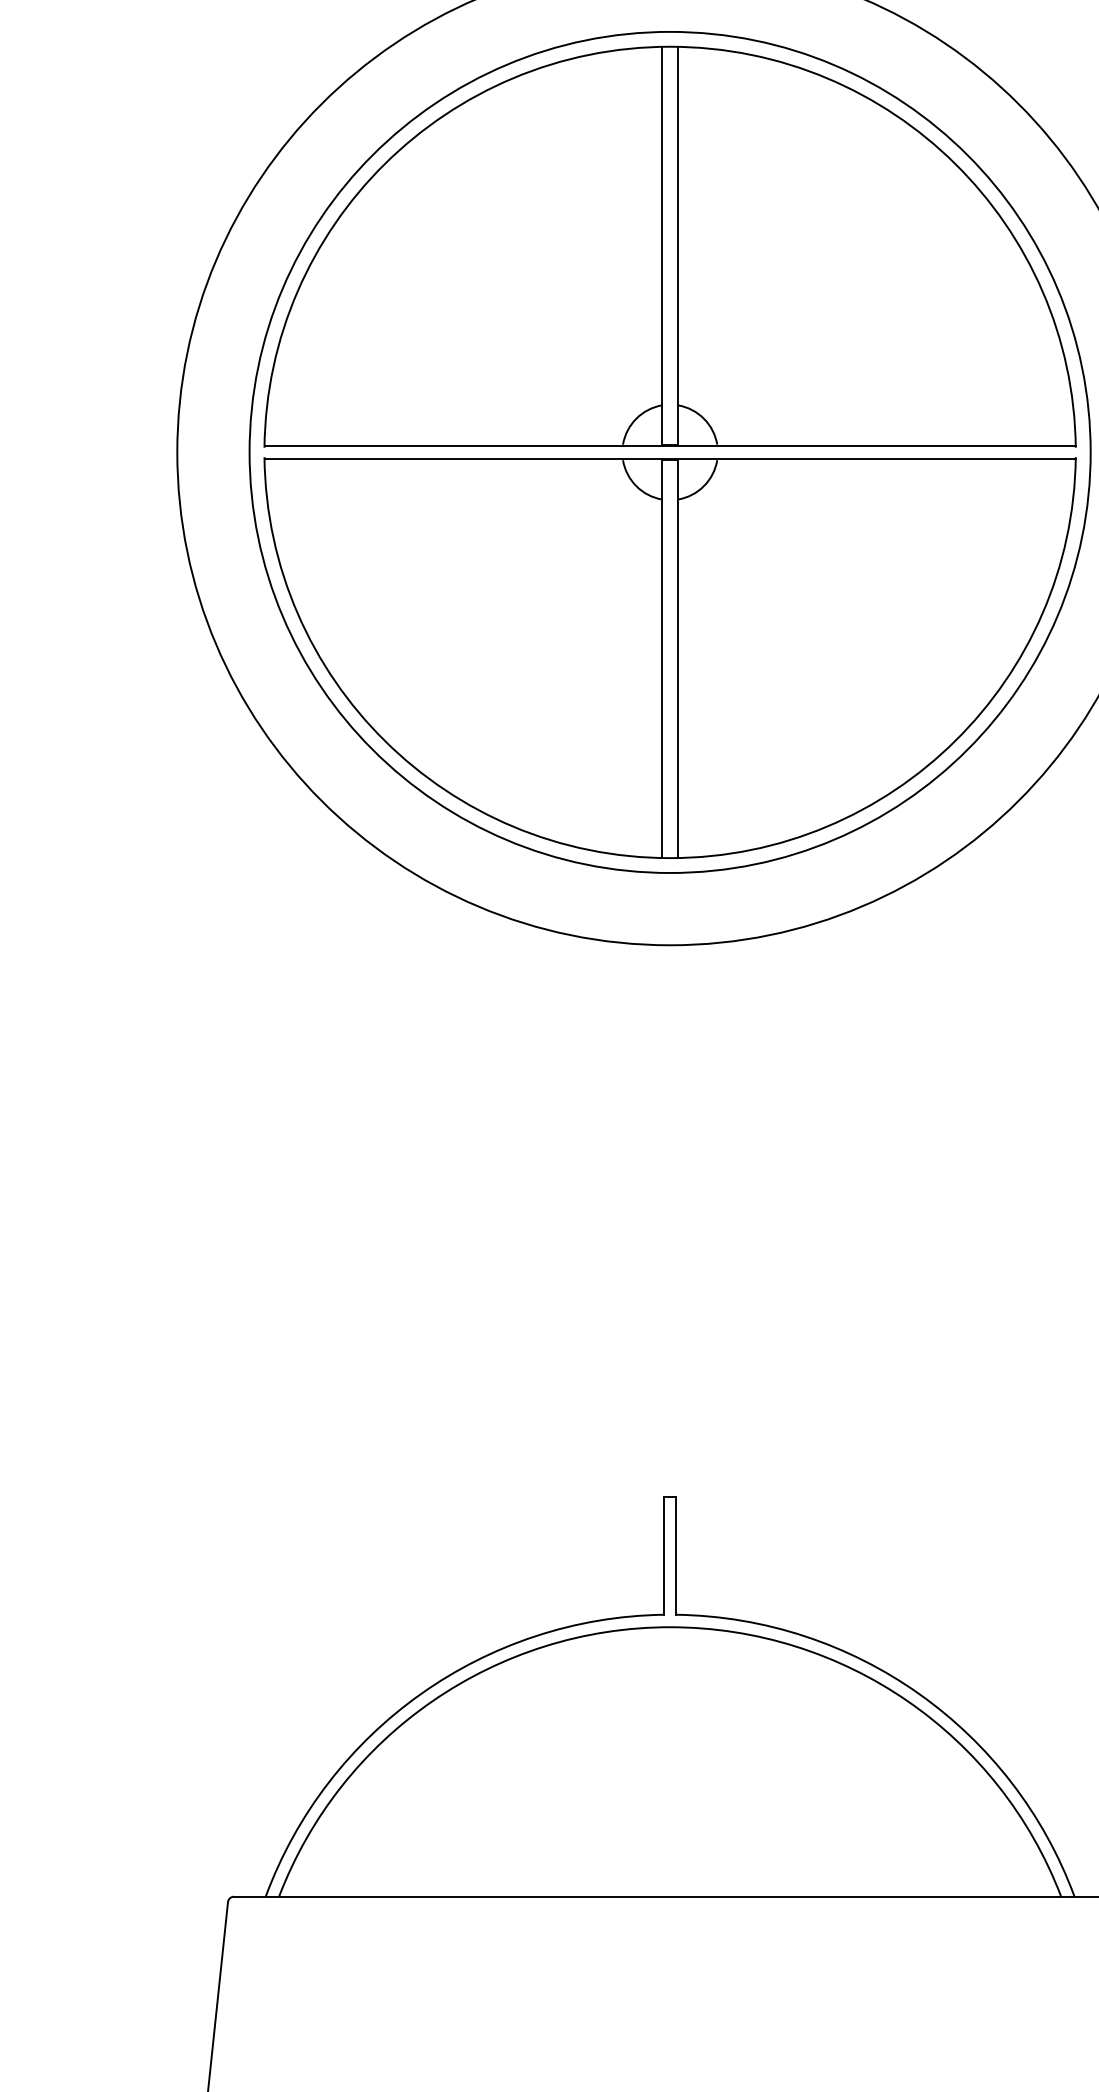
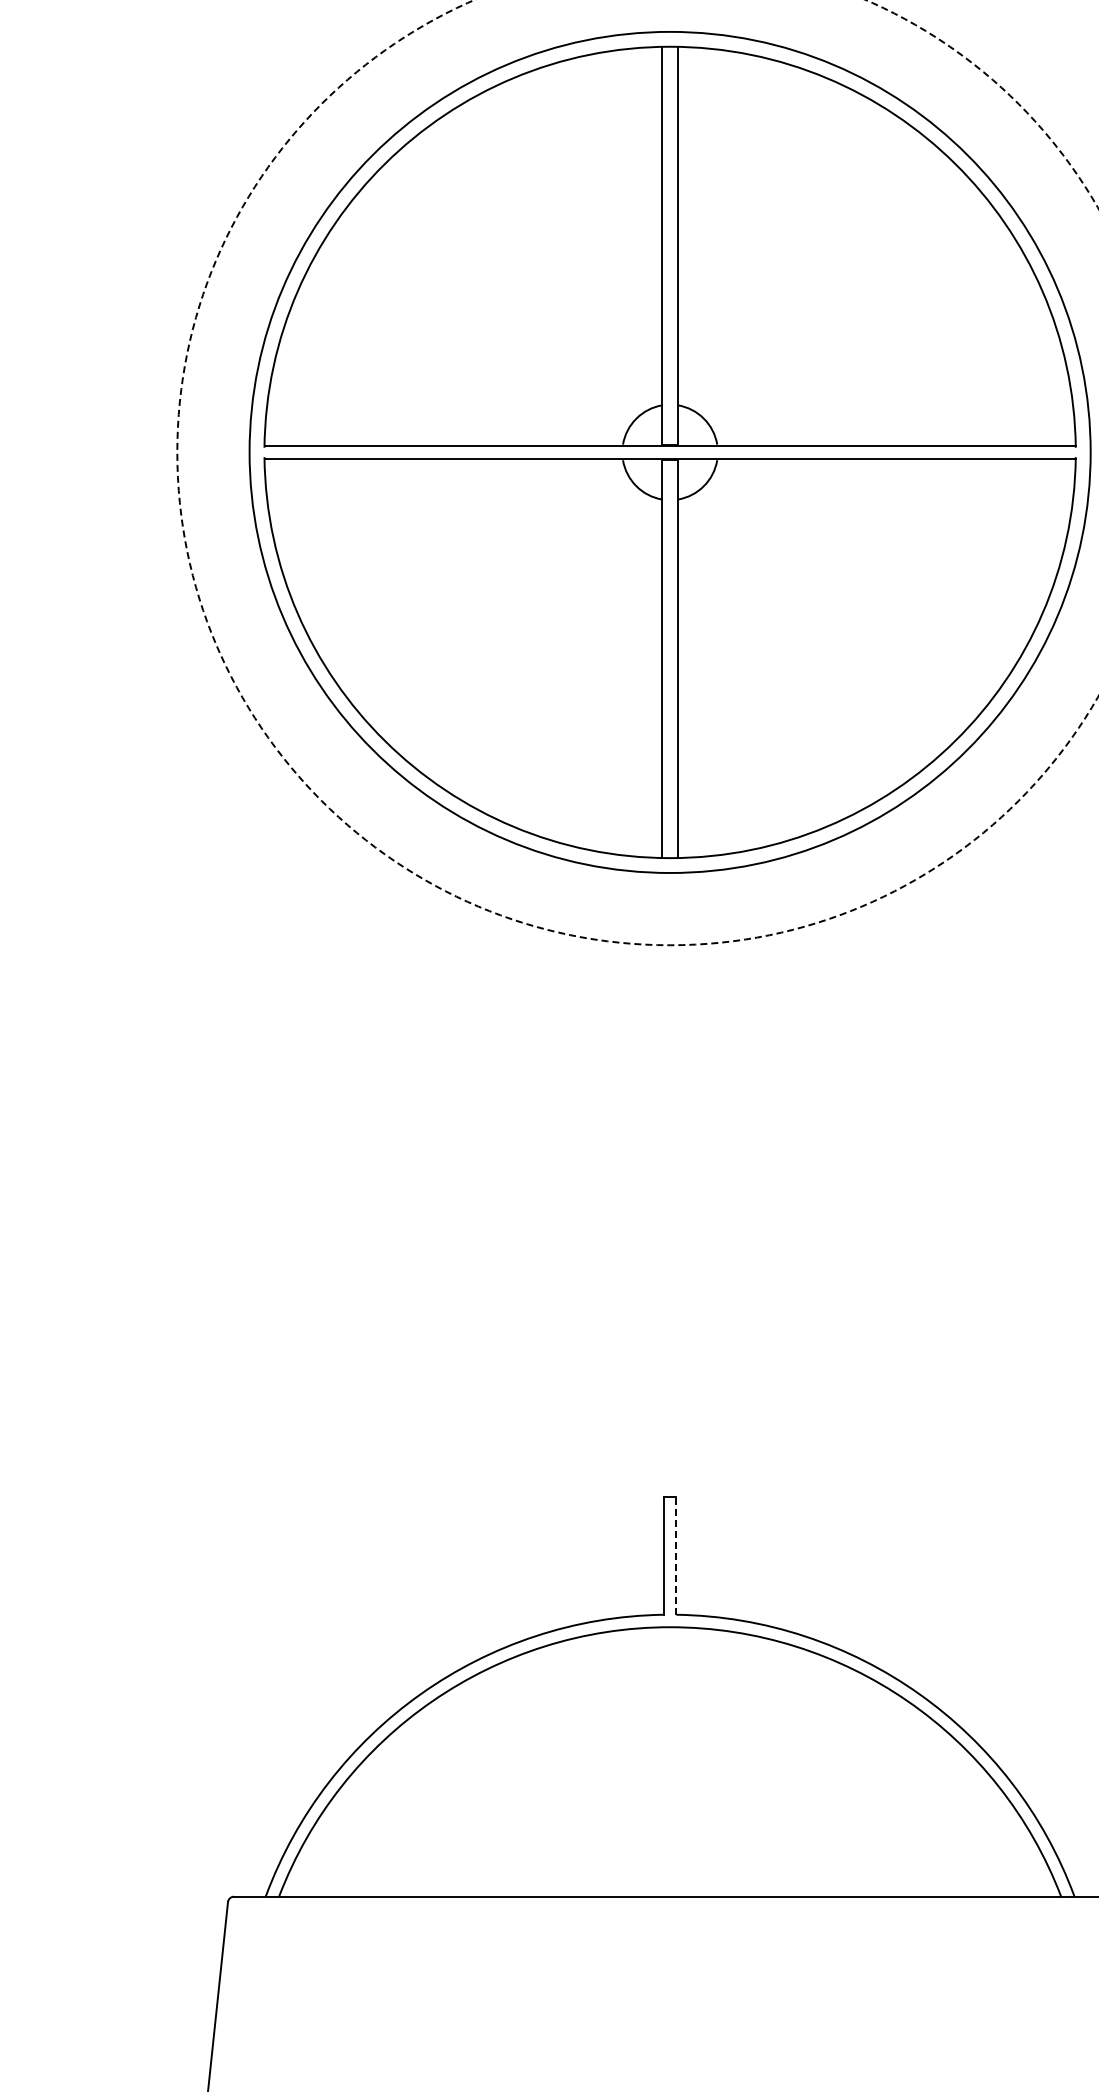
circle at (637, 472): solid -> dashed
line at (676, 1555): solid -> dashed
